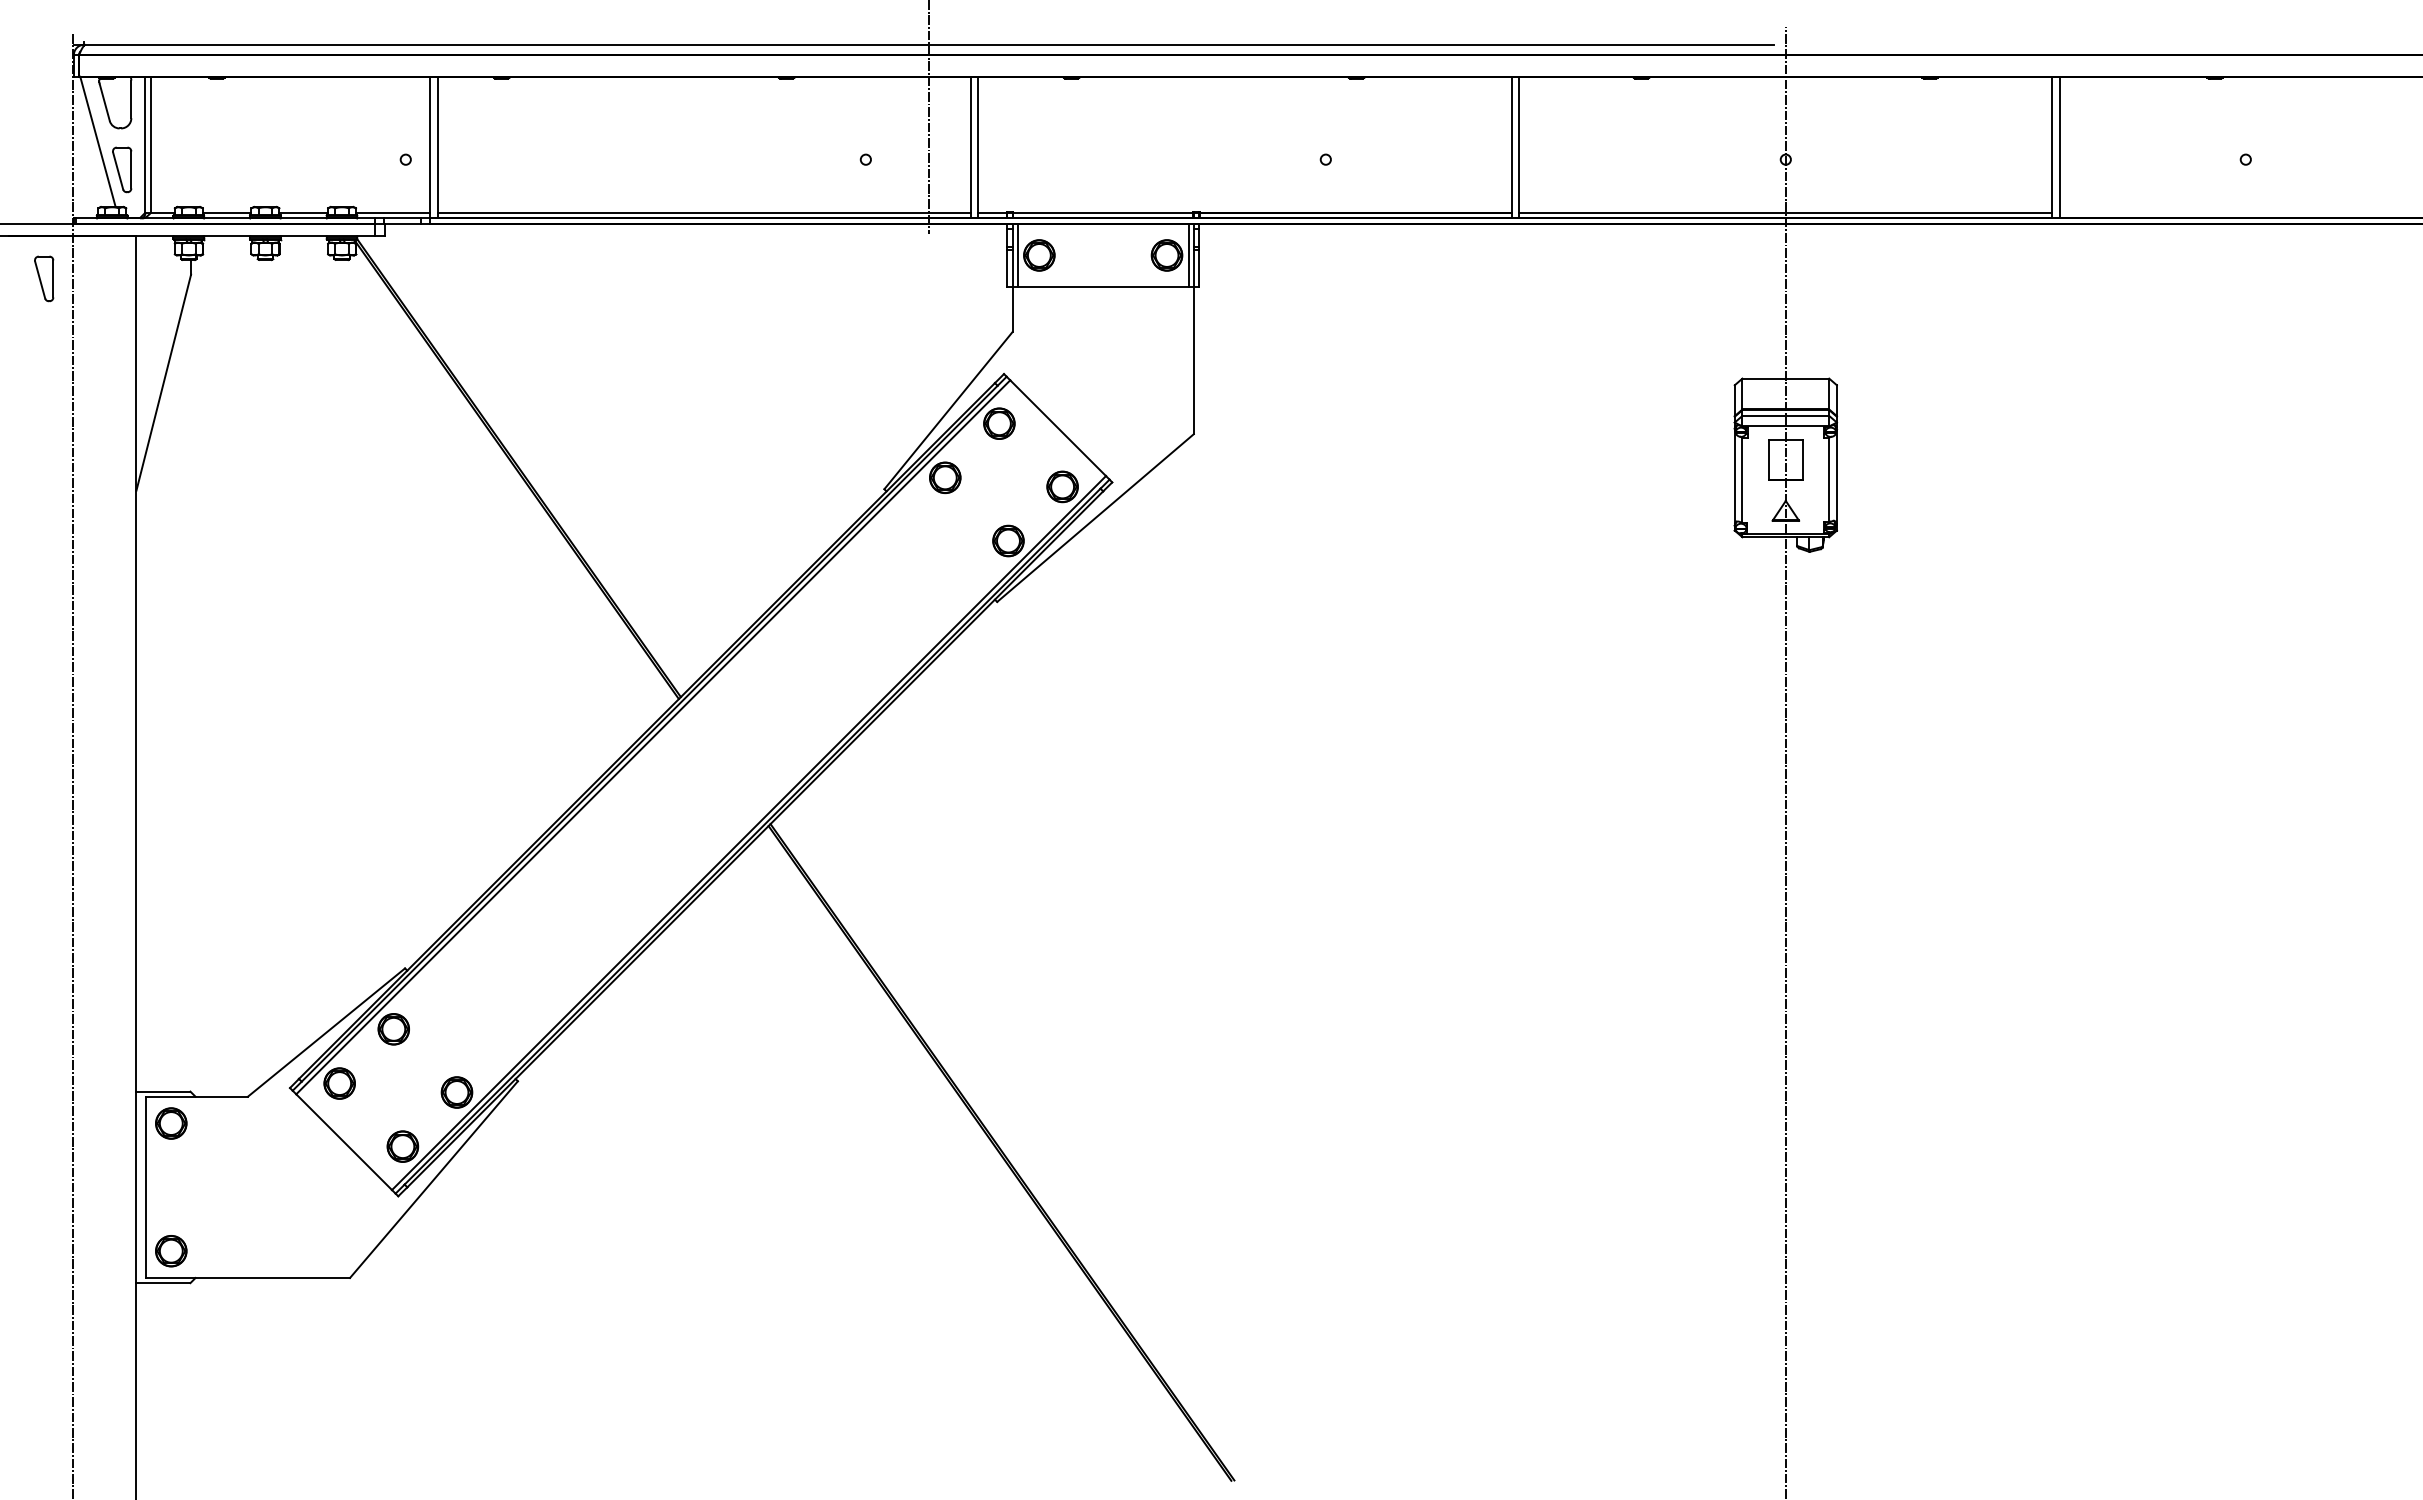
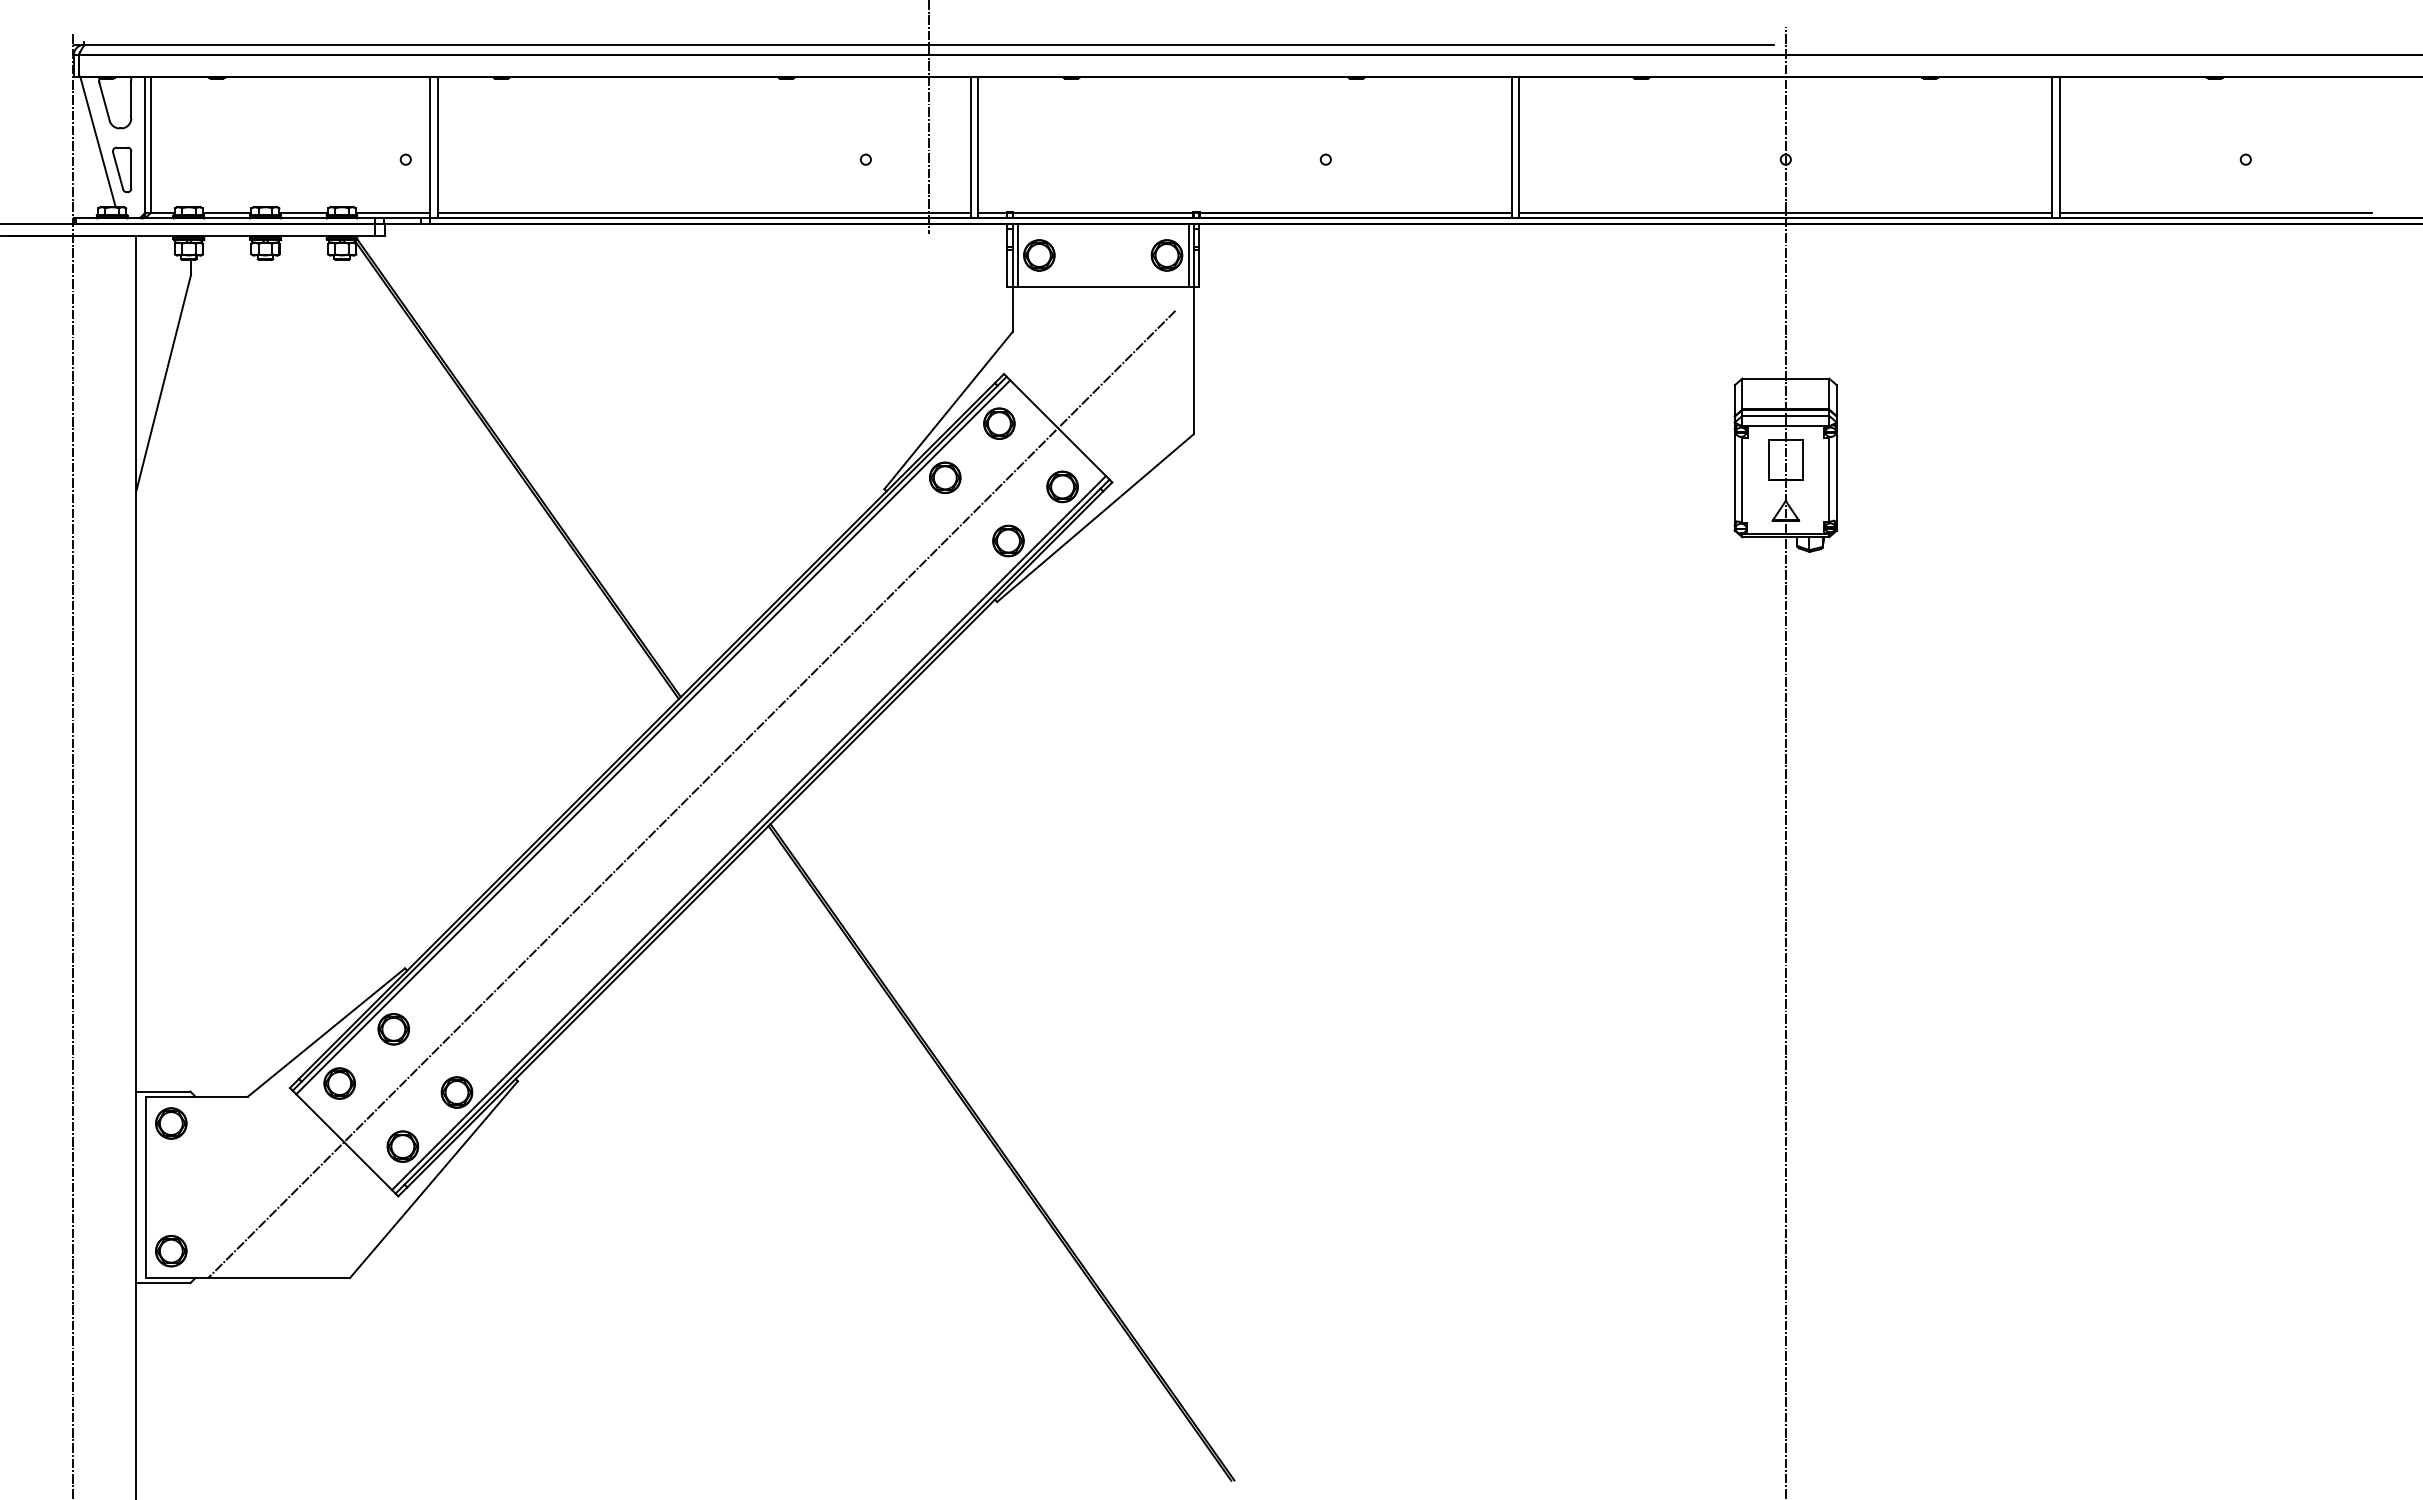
line at (2216, 213): none -> present
part at (44, 278): present -> none
line at (691, 793): none -> present
